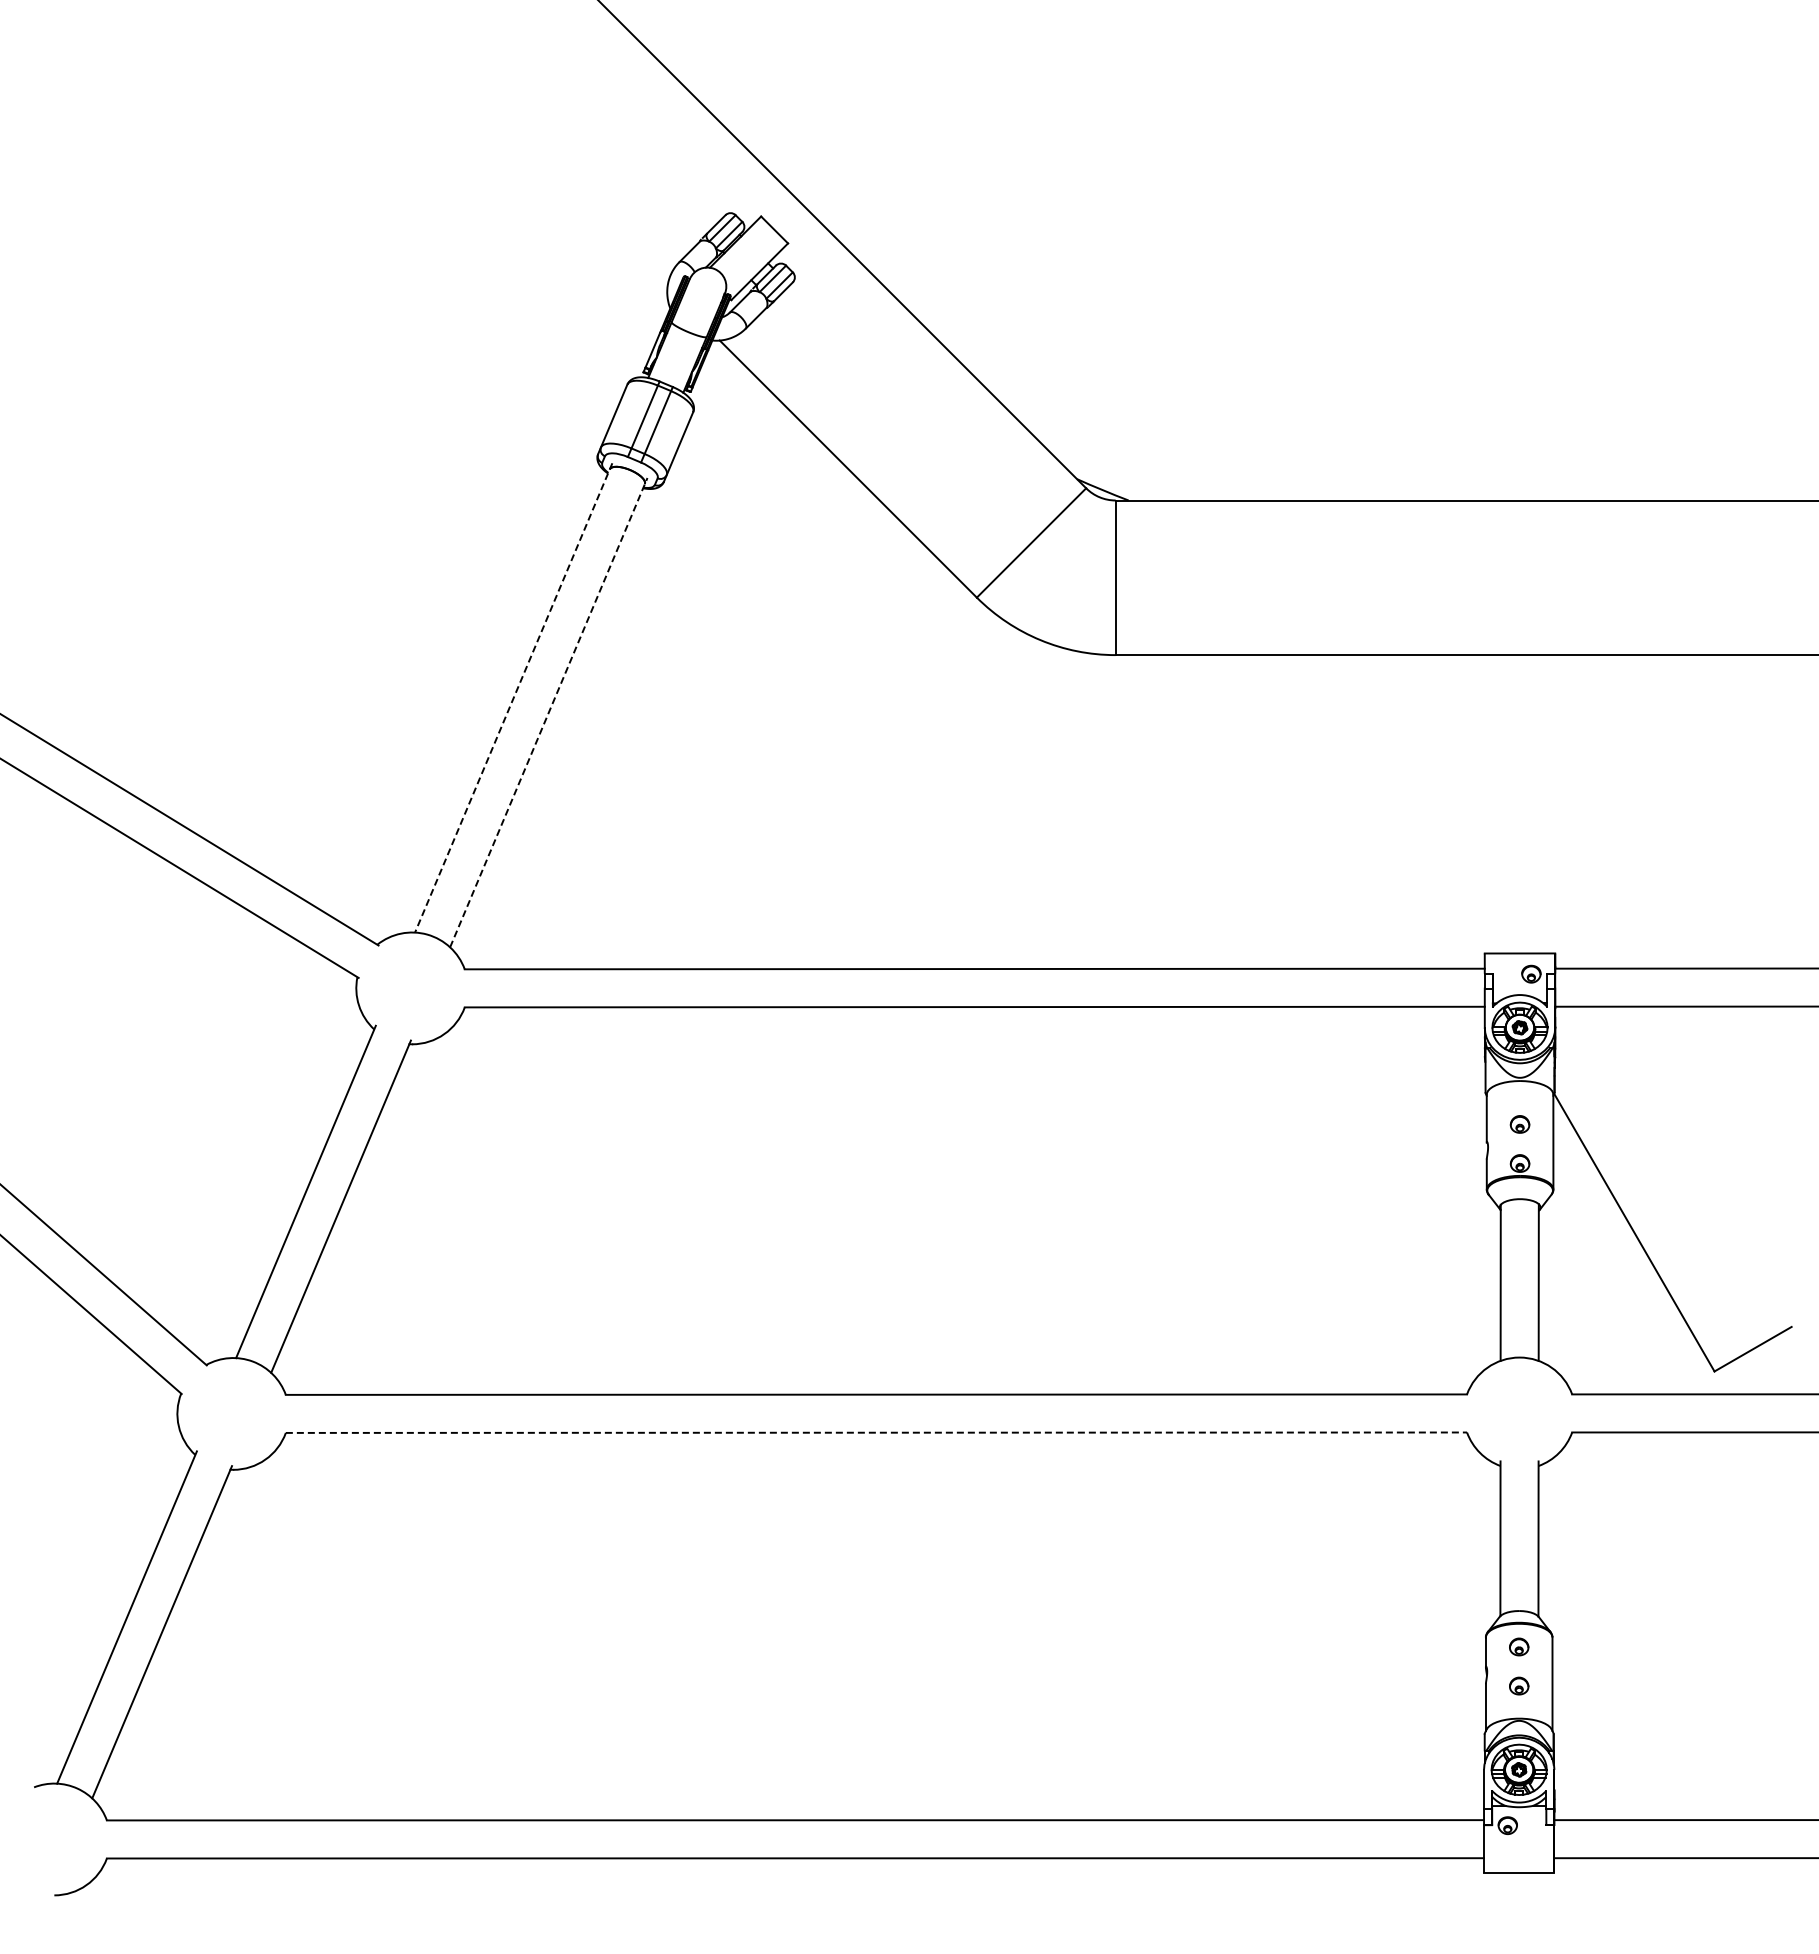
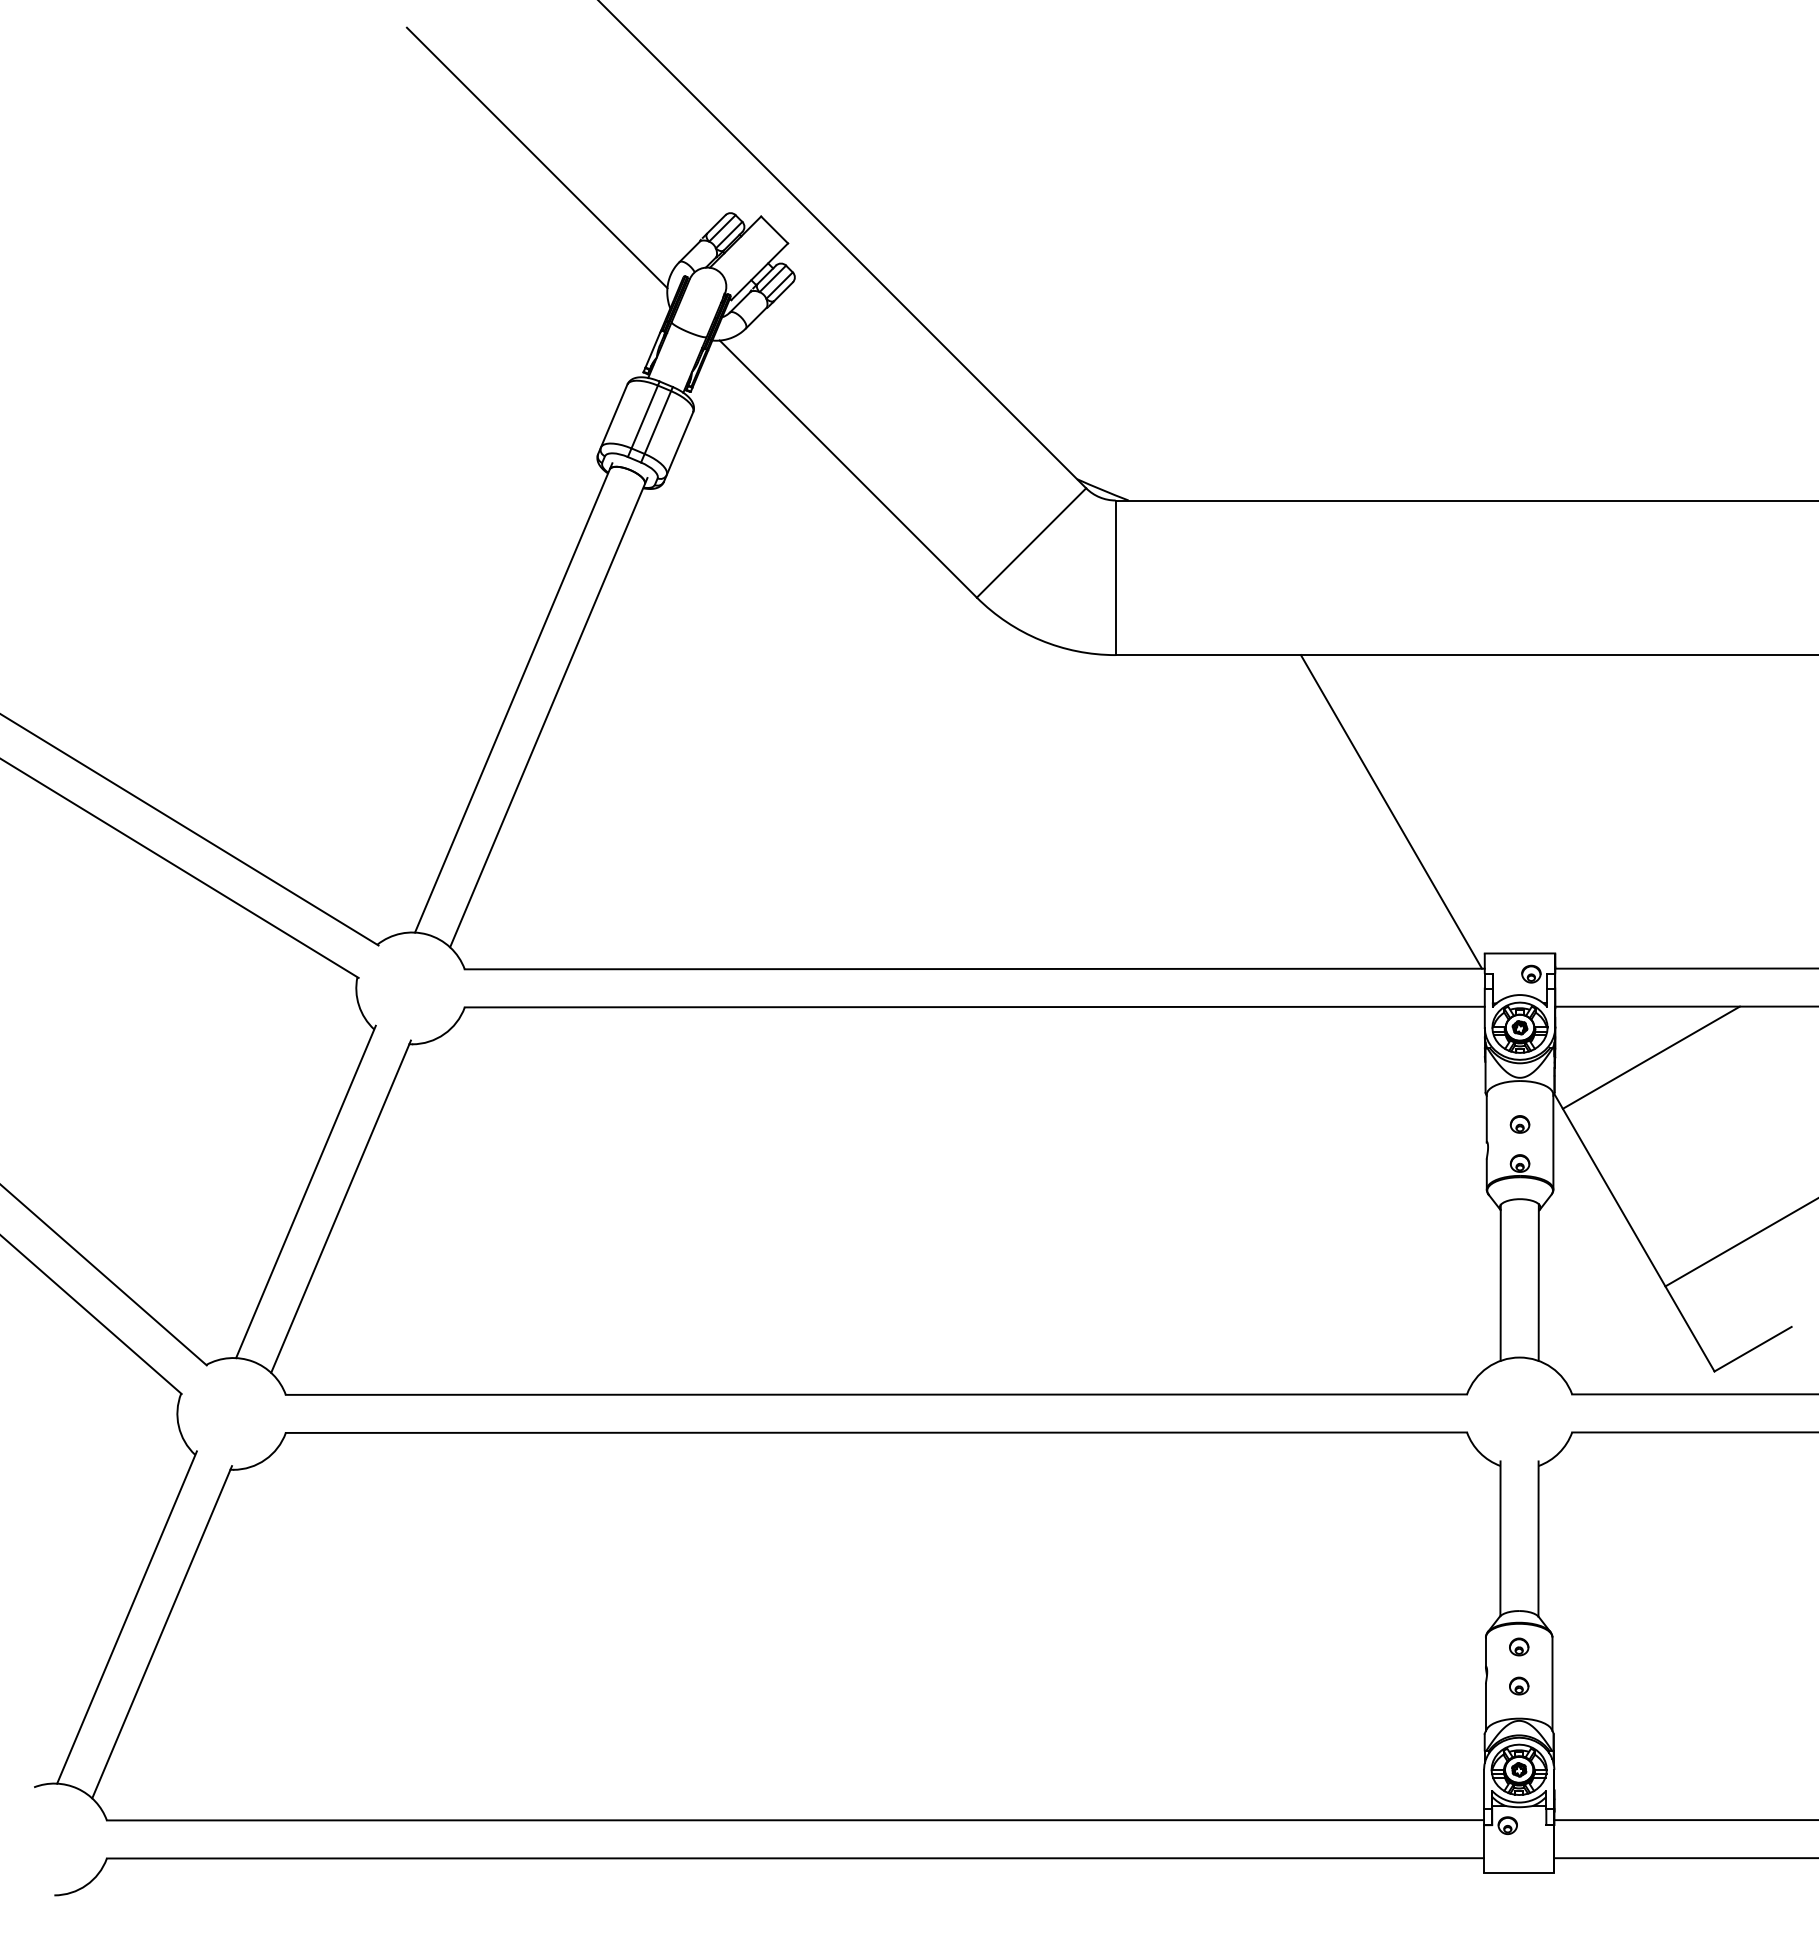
line at (536, 157): none -> present
line at (513, 697): dashed -> solid
line at (548, 712): dashed -> solid
line at (1391, 811): none -> present
line at (1650, 1057): none -> present
line at (1740, 1242): none -> present
line at (876, 1432): dashed -> solid
